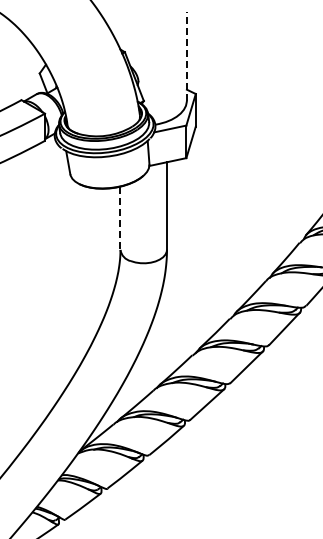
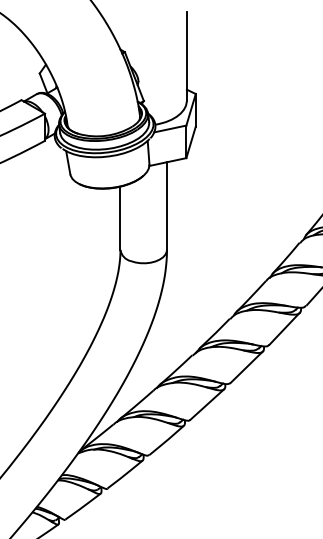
line at (186, 55): dashed -> solid
line at (120, 218): dashed -> solid
